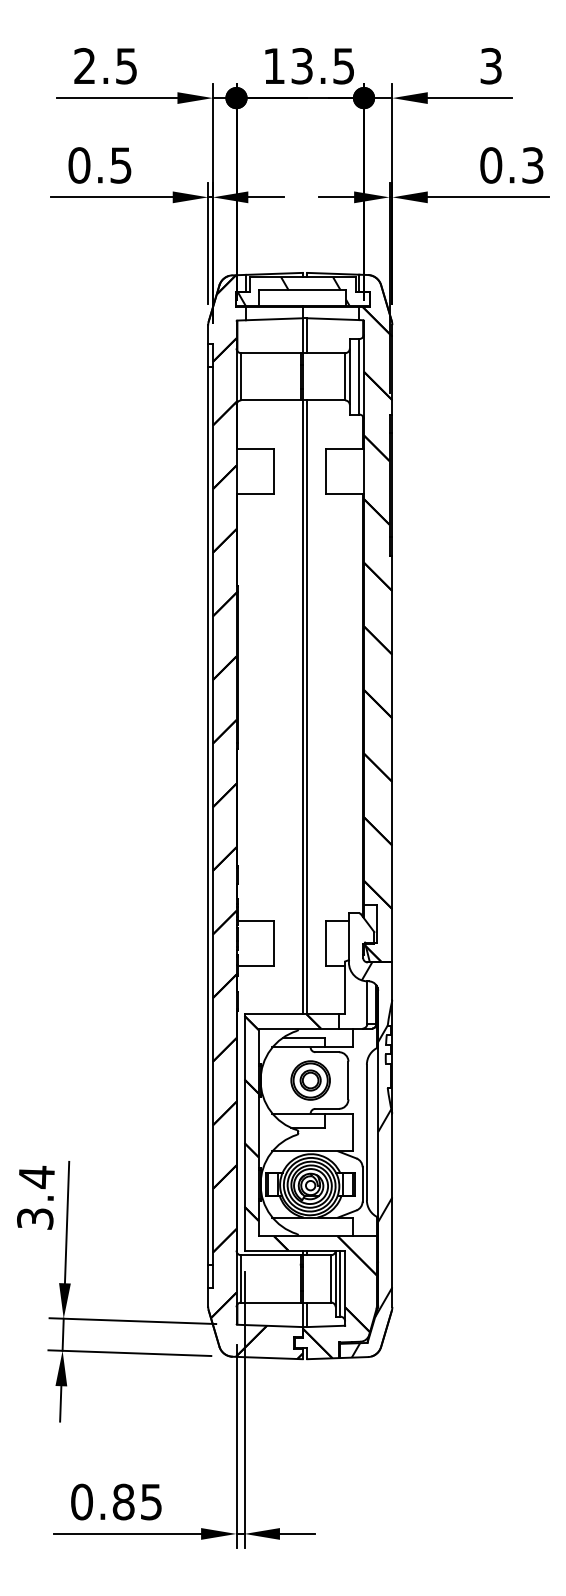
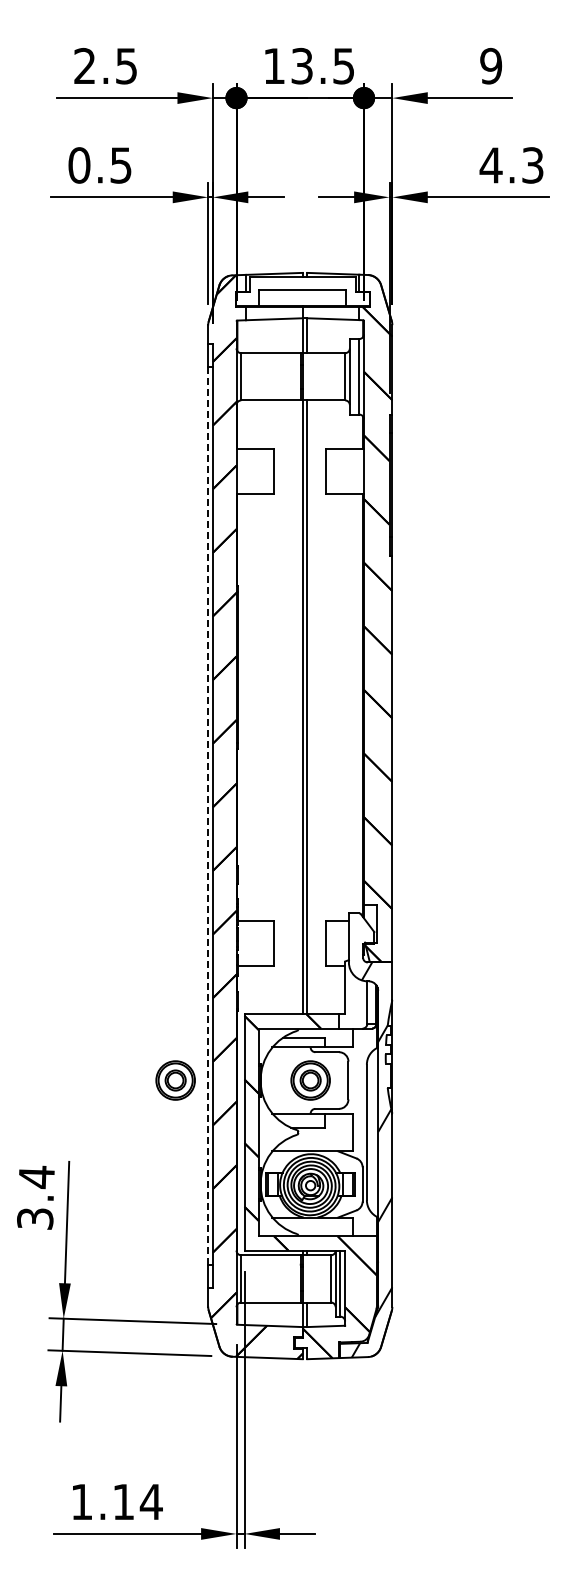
text at (491, 66): 3 -> 9
text at (490, 165): 0.3 -> 4.3
hatch at (293, 291): present -> none
line at (208, 816): solid -> dashed
part at (175, 1080): none -> present
text at (116, 1501): 0.85 -> 1.14
